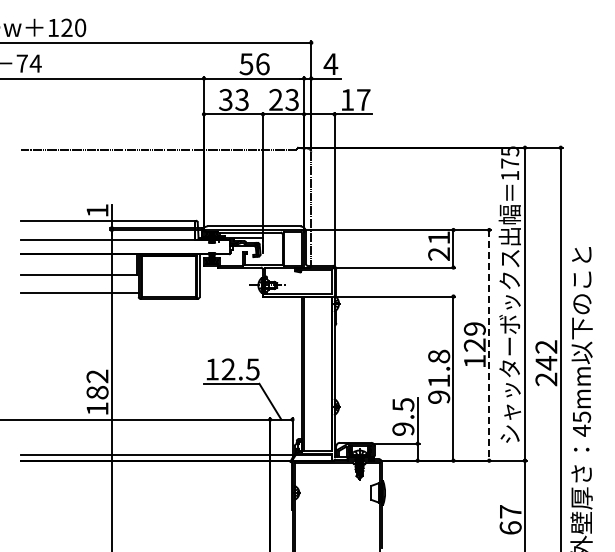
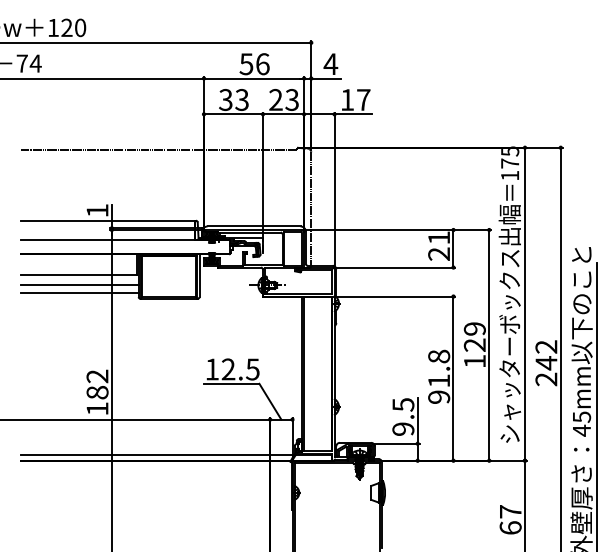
line at (79, 284): none -> present
line at (489, 345): dashed -> solid
line at (596, 405): none -> present
